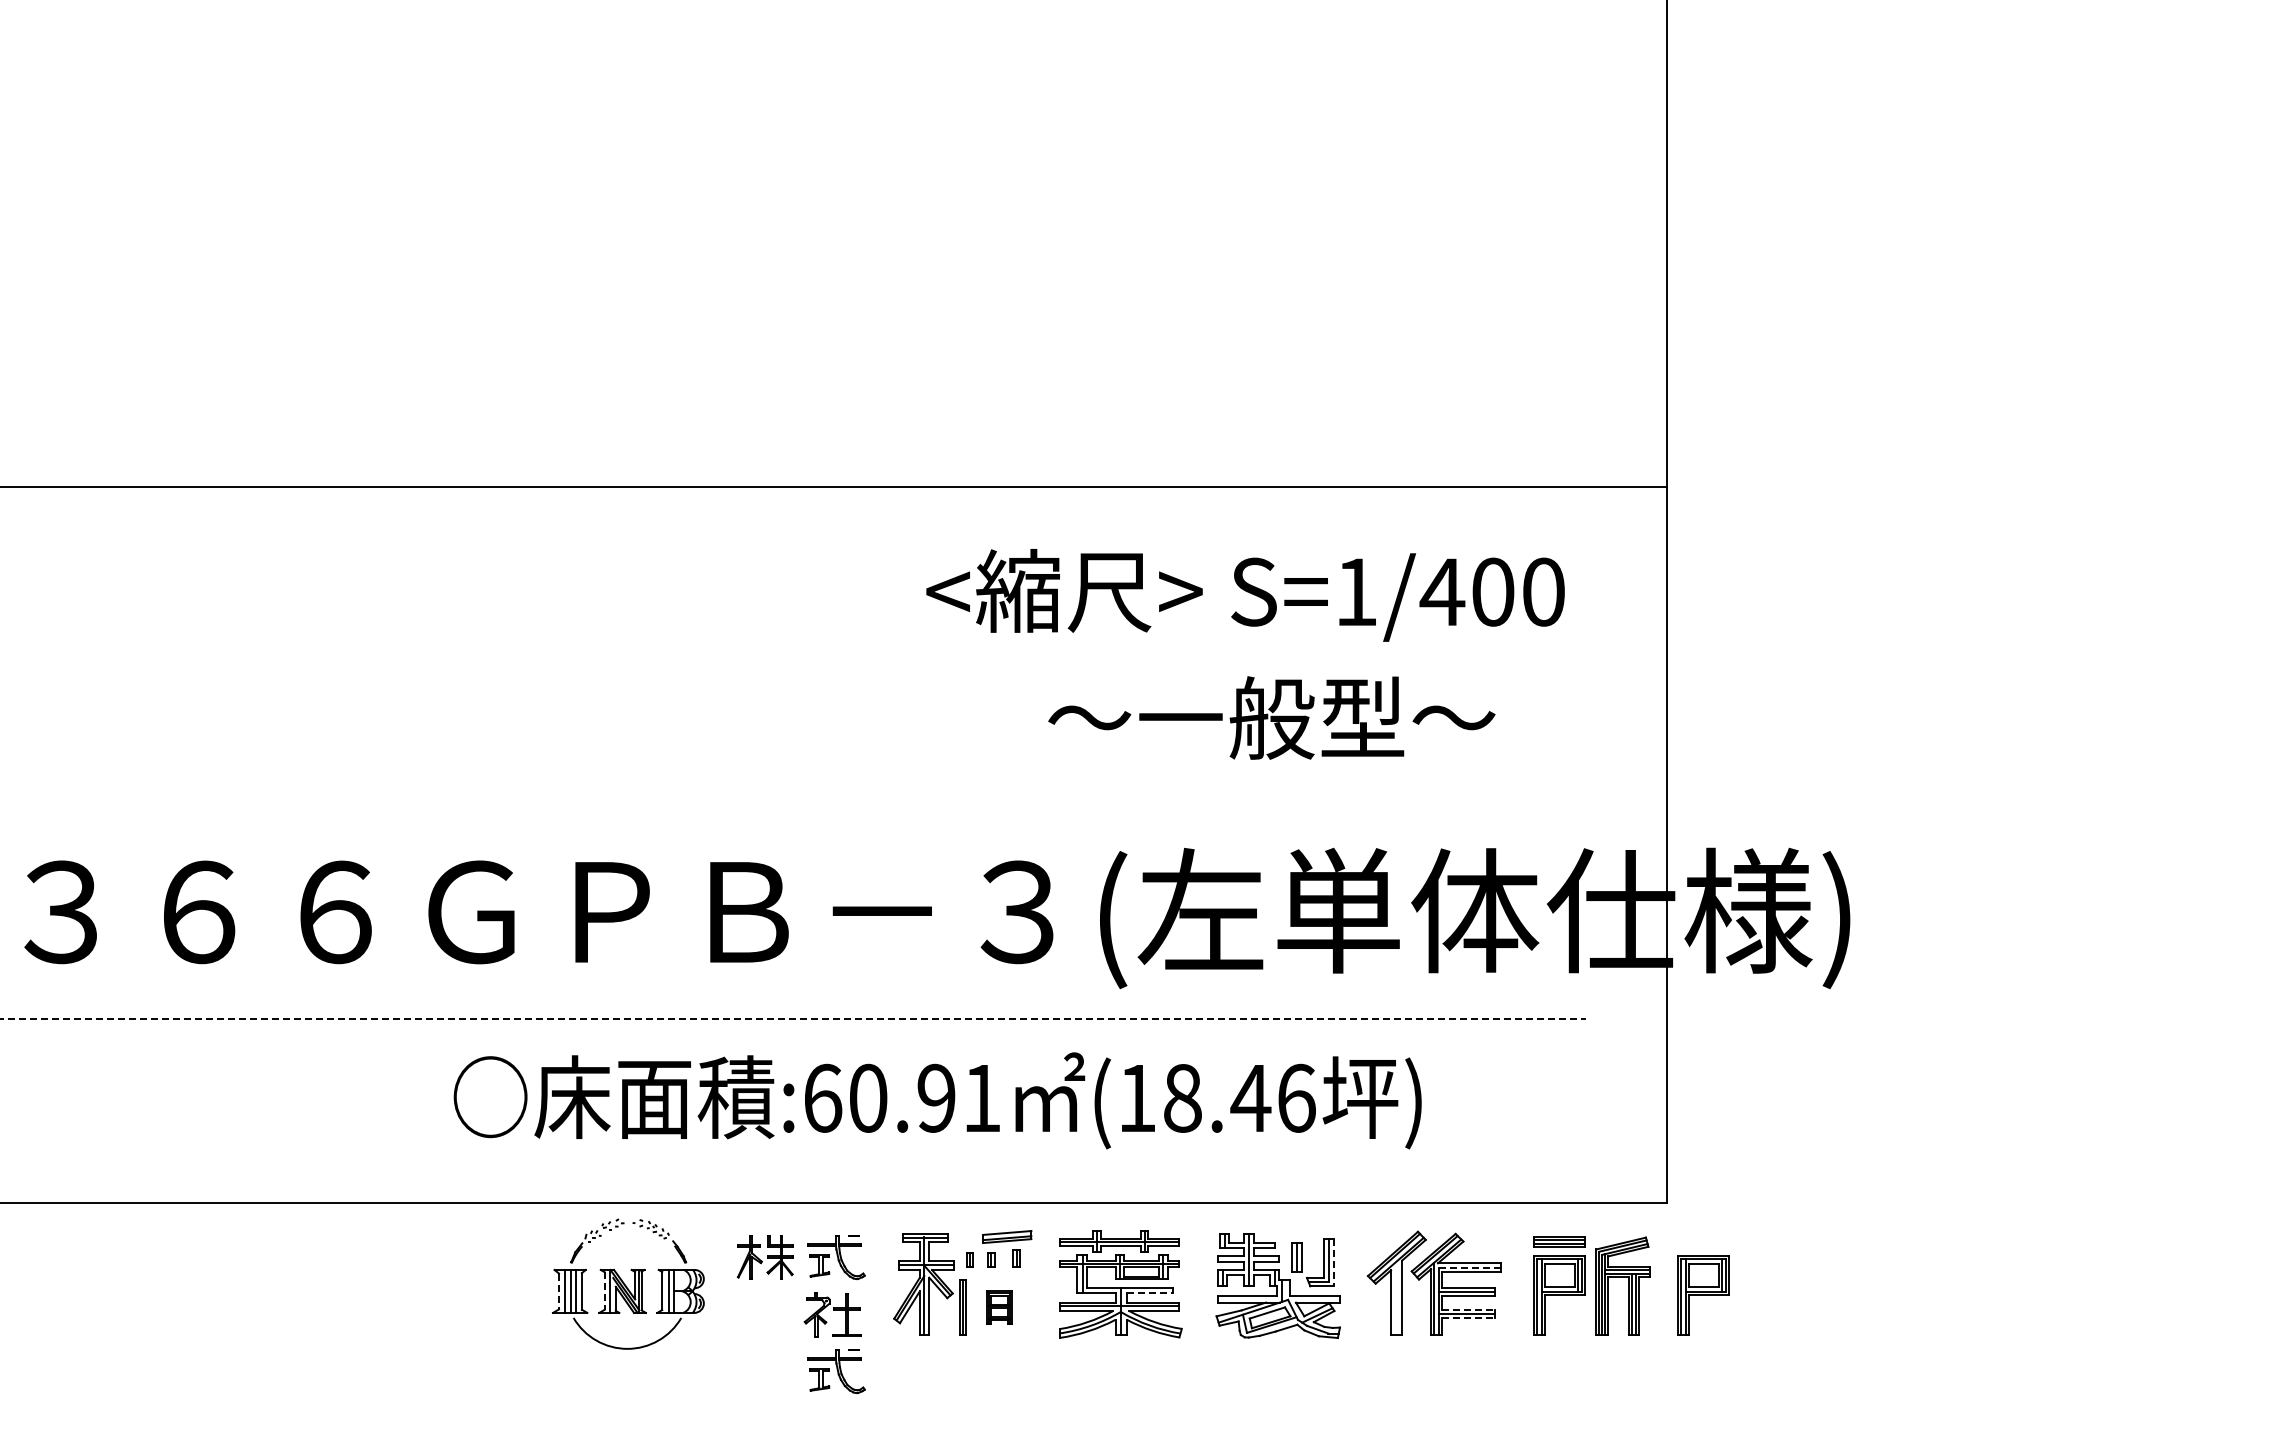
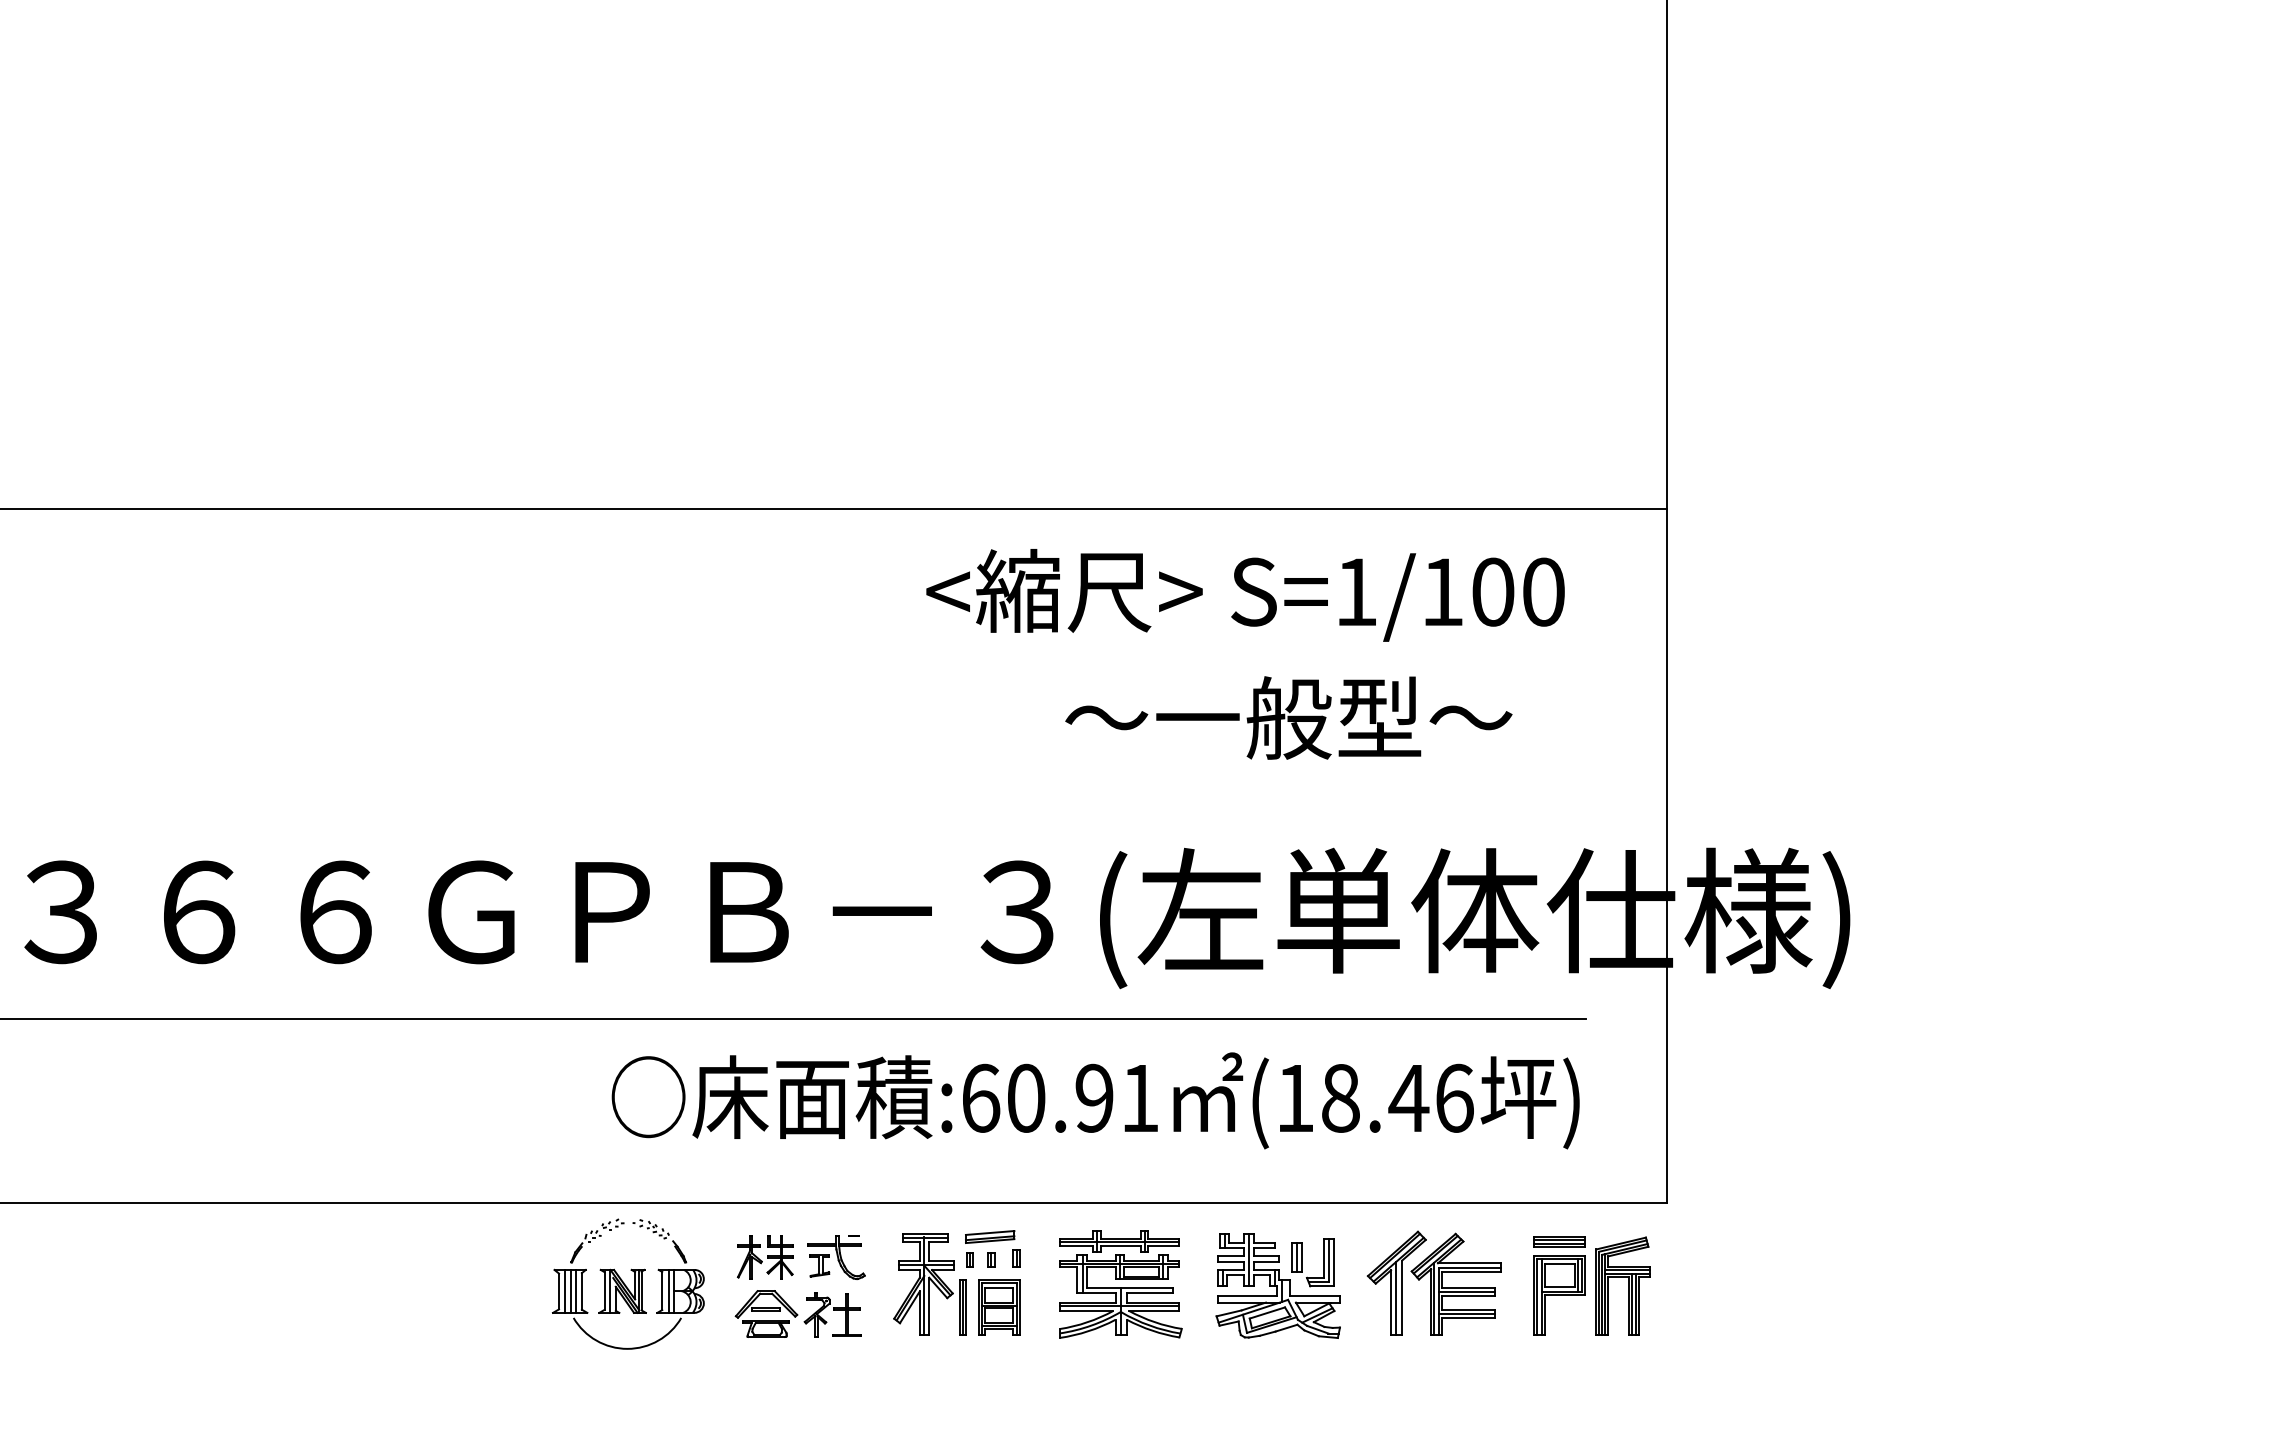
line at (834, 486) position: (834, 486) -> (834, 508)
text at (1442, 591): S=1/400 -> S=1/100
text at (1271, 717) position: (1271, 717) -> (1288, 717)
line at (793, 1018): dashed -> solid
text at (937, 1100) position: (937, 1100) -> (1095, 1100)
part at (1007, 1236) position: (1007, 1236) -> (990, 1236)
line at (1334, 1262): dashed -> solid
line at (1470, 1267): dashed -> solid
line at (559, 1291): dashed -> solid
line at (604, 1291): dashed -> solid
line at (1149, 1293): dashed -> solid
part at (1703, 1295): present -> none
line at (1396, 1298): none -> present
part at (999, 1307) size: 27x35 px -> 43x57 px
line at (1468, 1309): dashed -> solid
part at (766, 1313): none -> present
line at (1468, 1318): dashed -> solid
part at (836, 1371): present -> none
